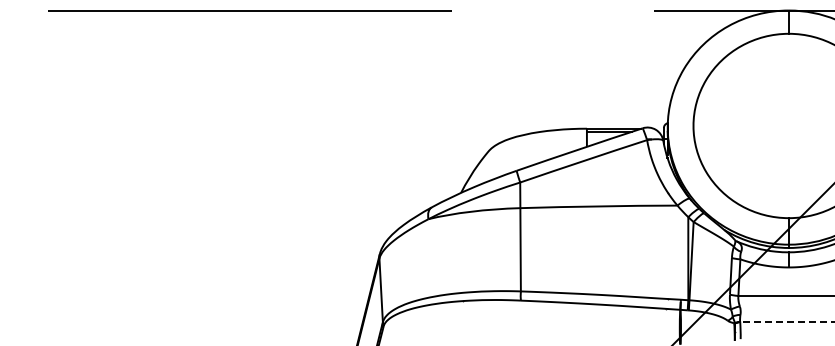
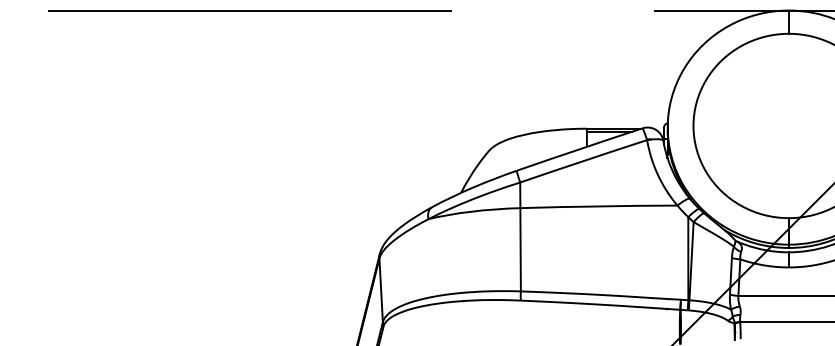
line at (786, 322): dashed -> solid
